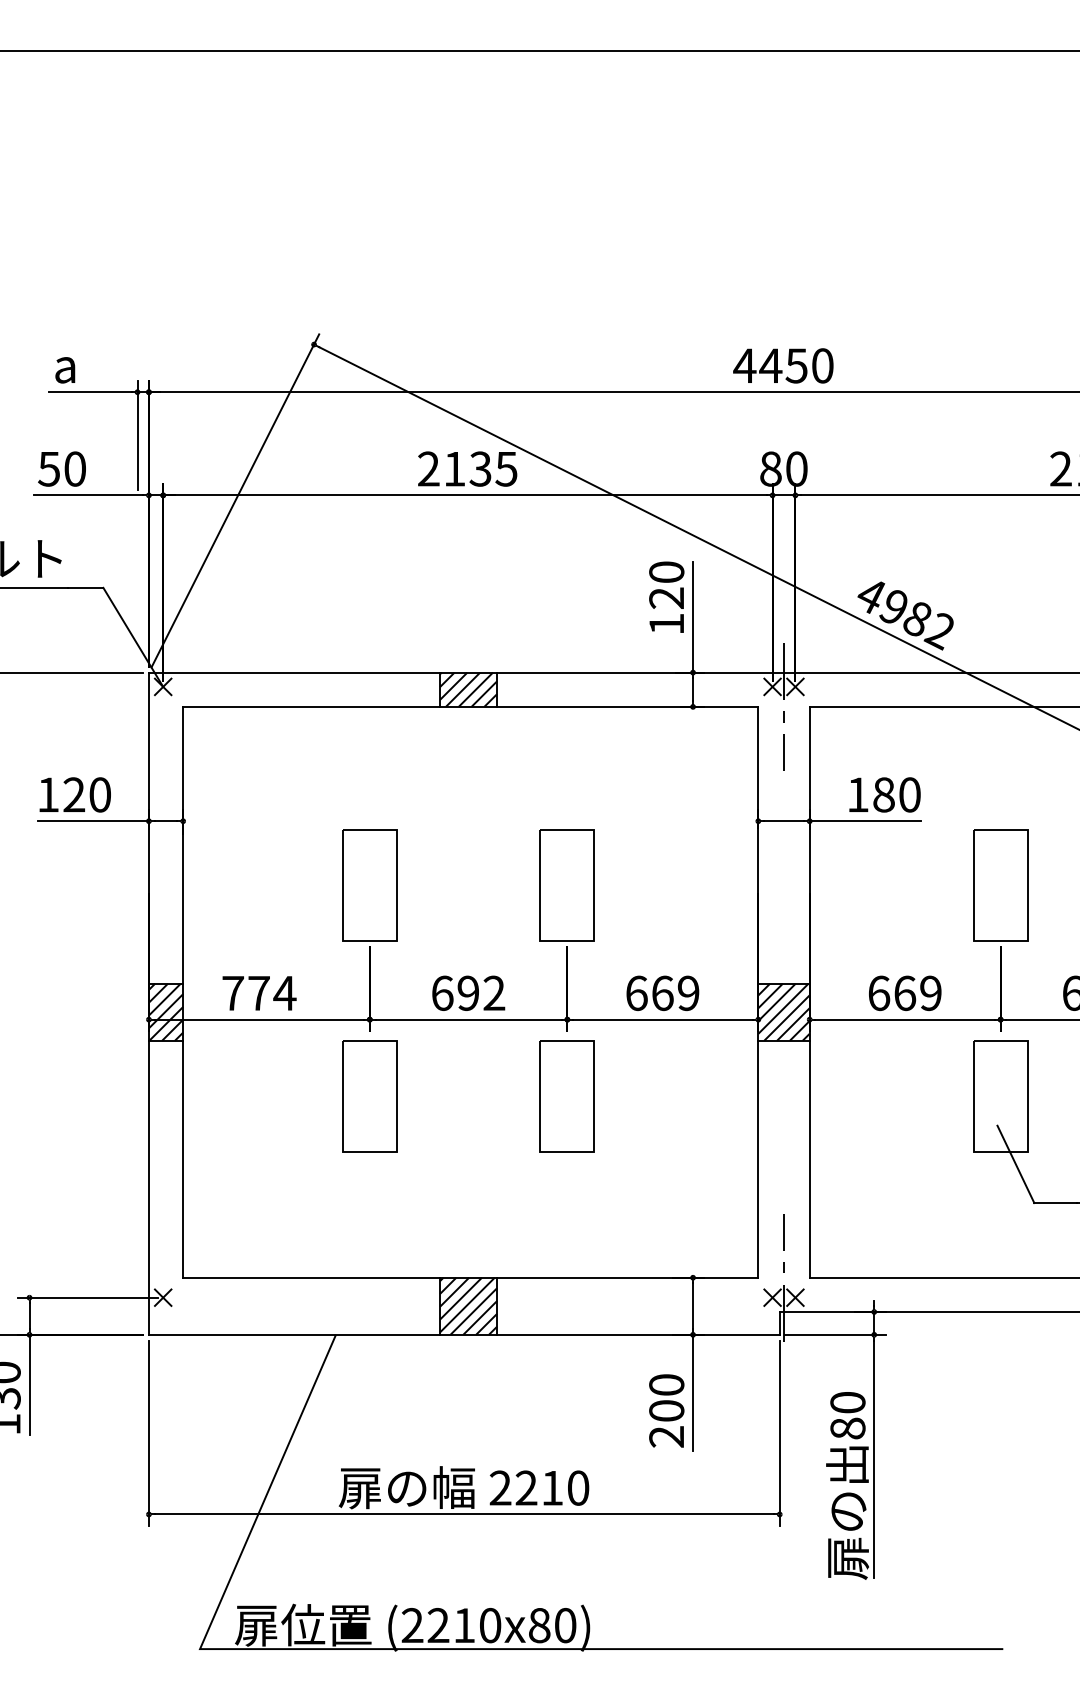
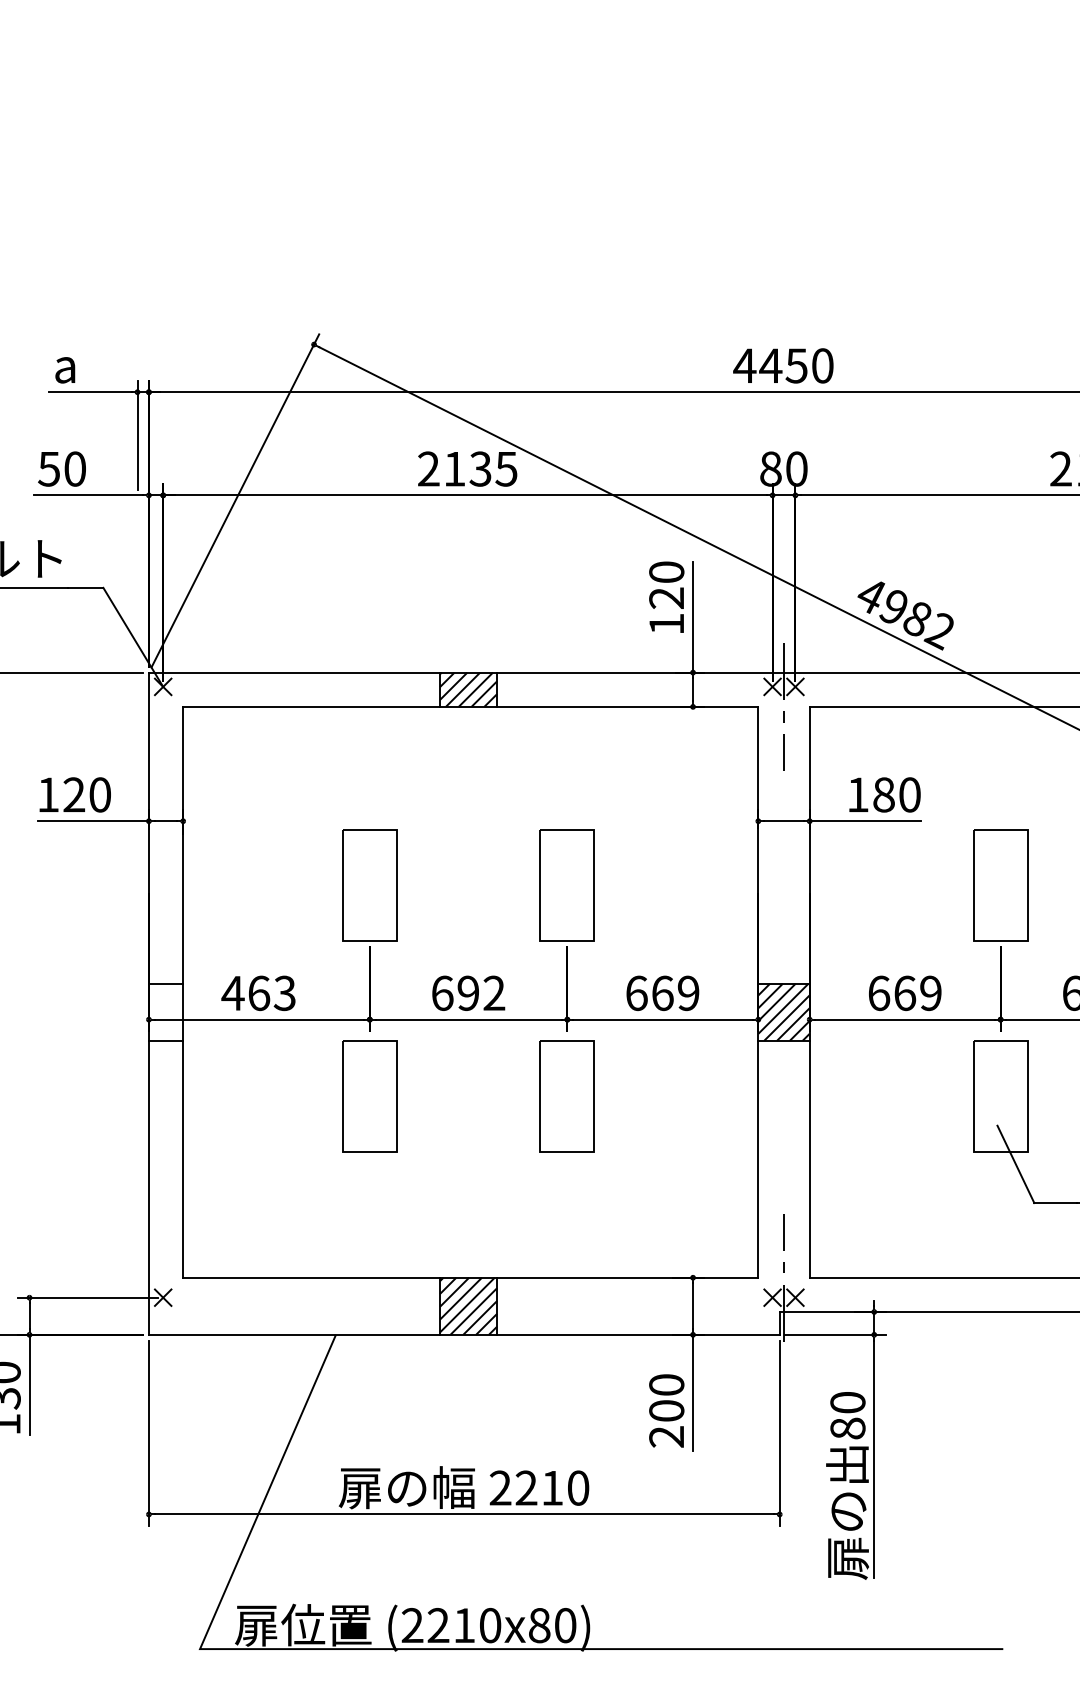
line at (539, 51): present -> none
text at (258, 993): 774 -> 463
hatch at (165, 1011): present -> none
